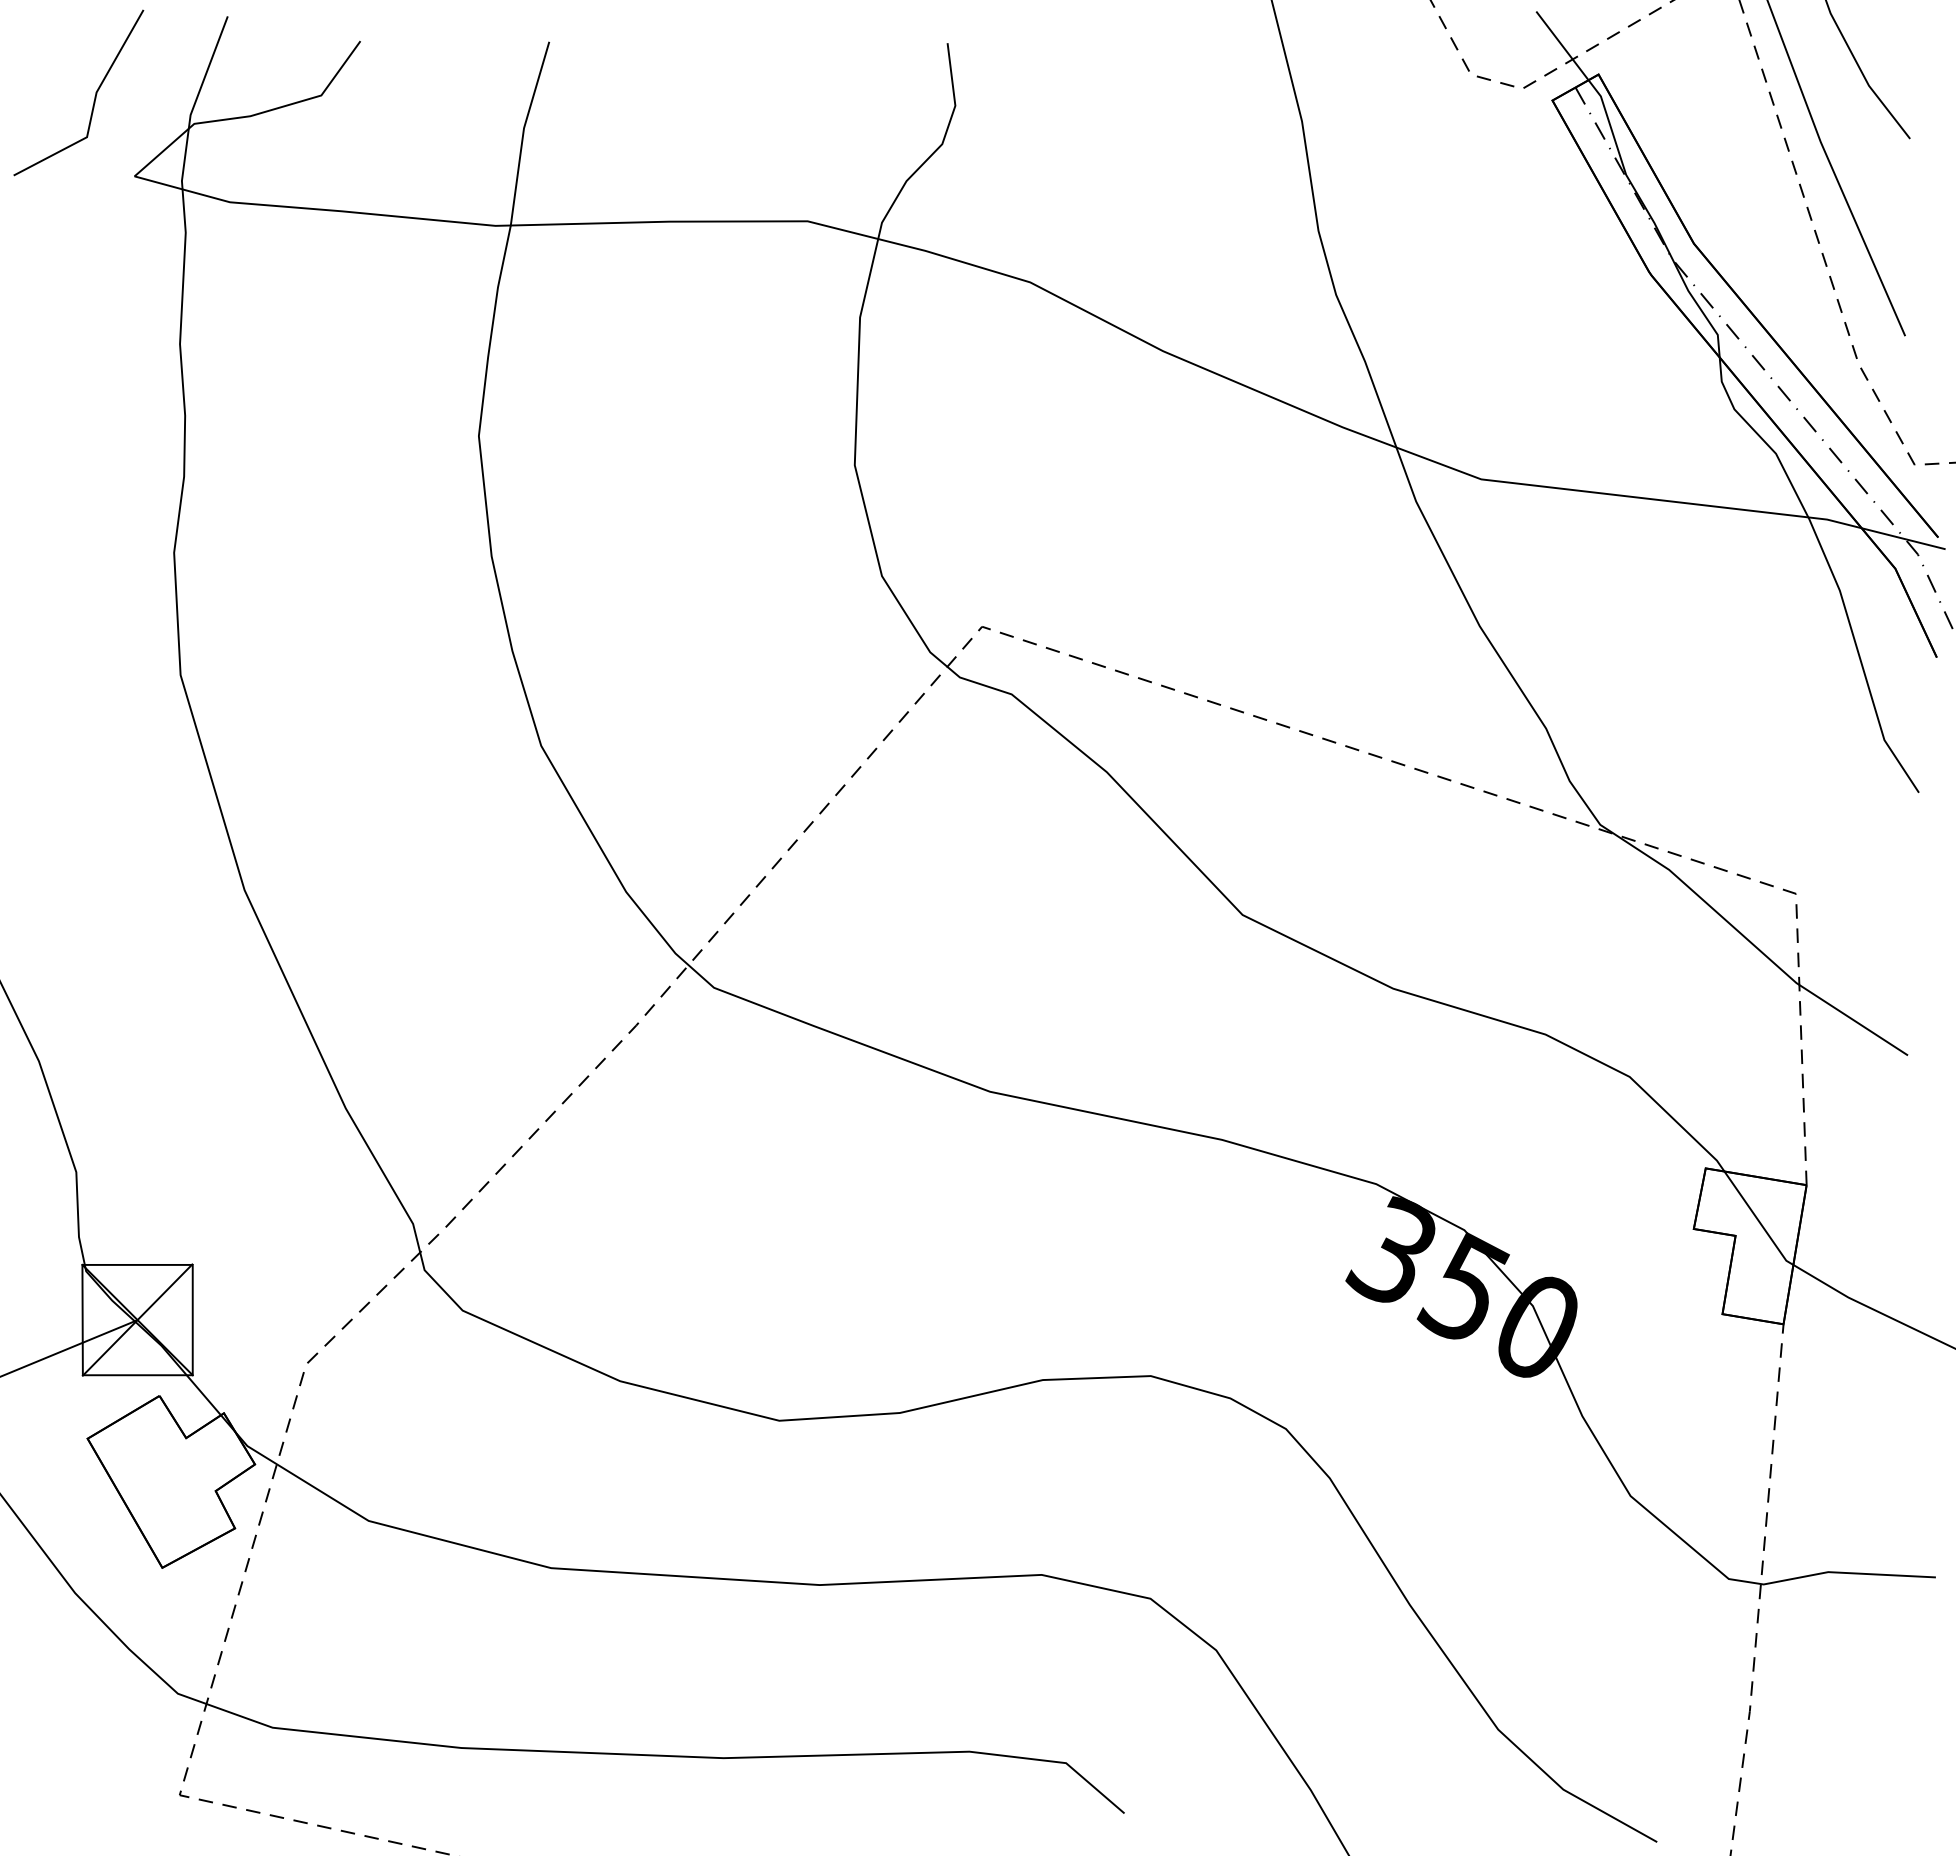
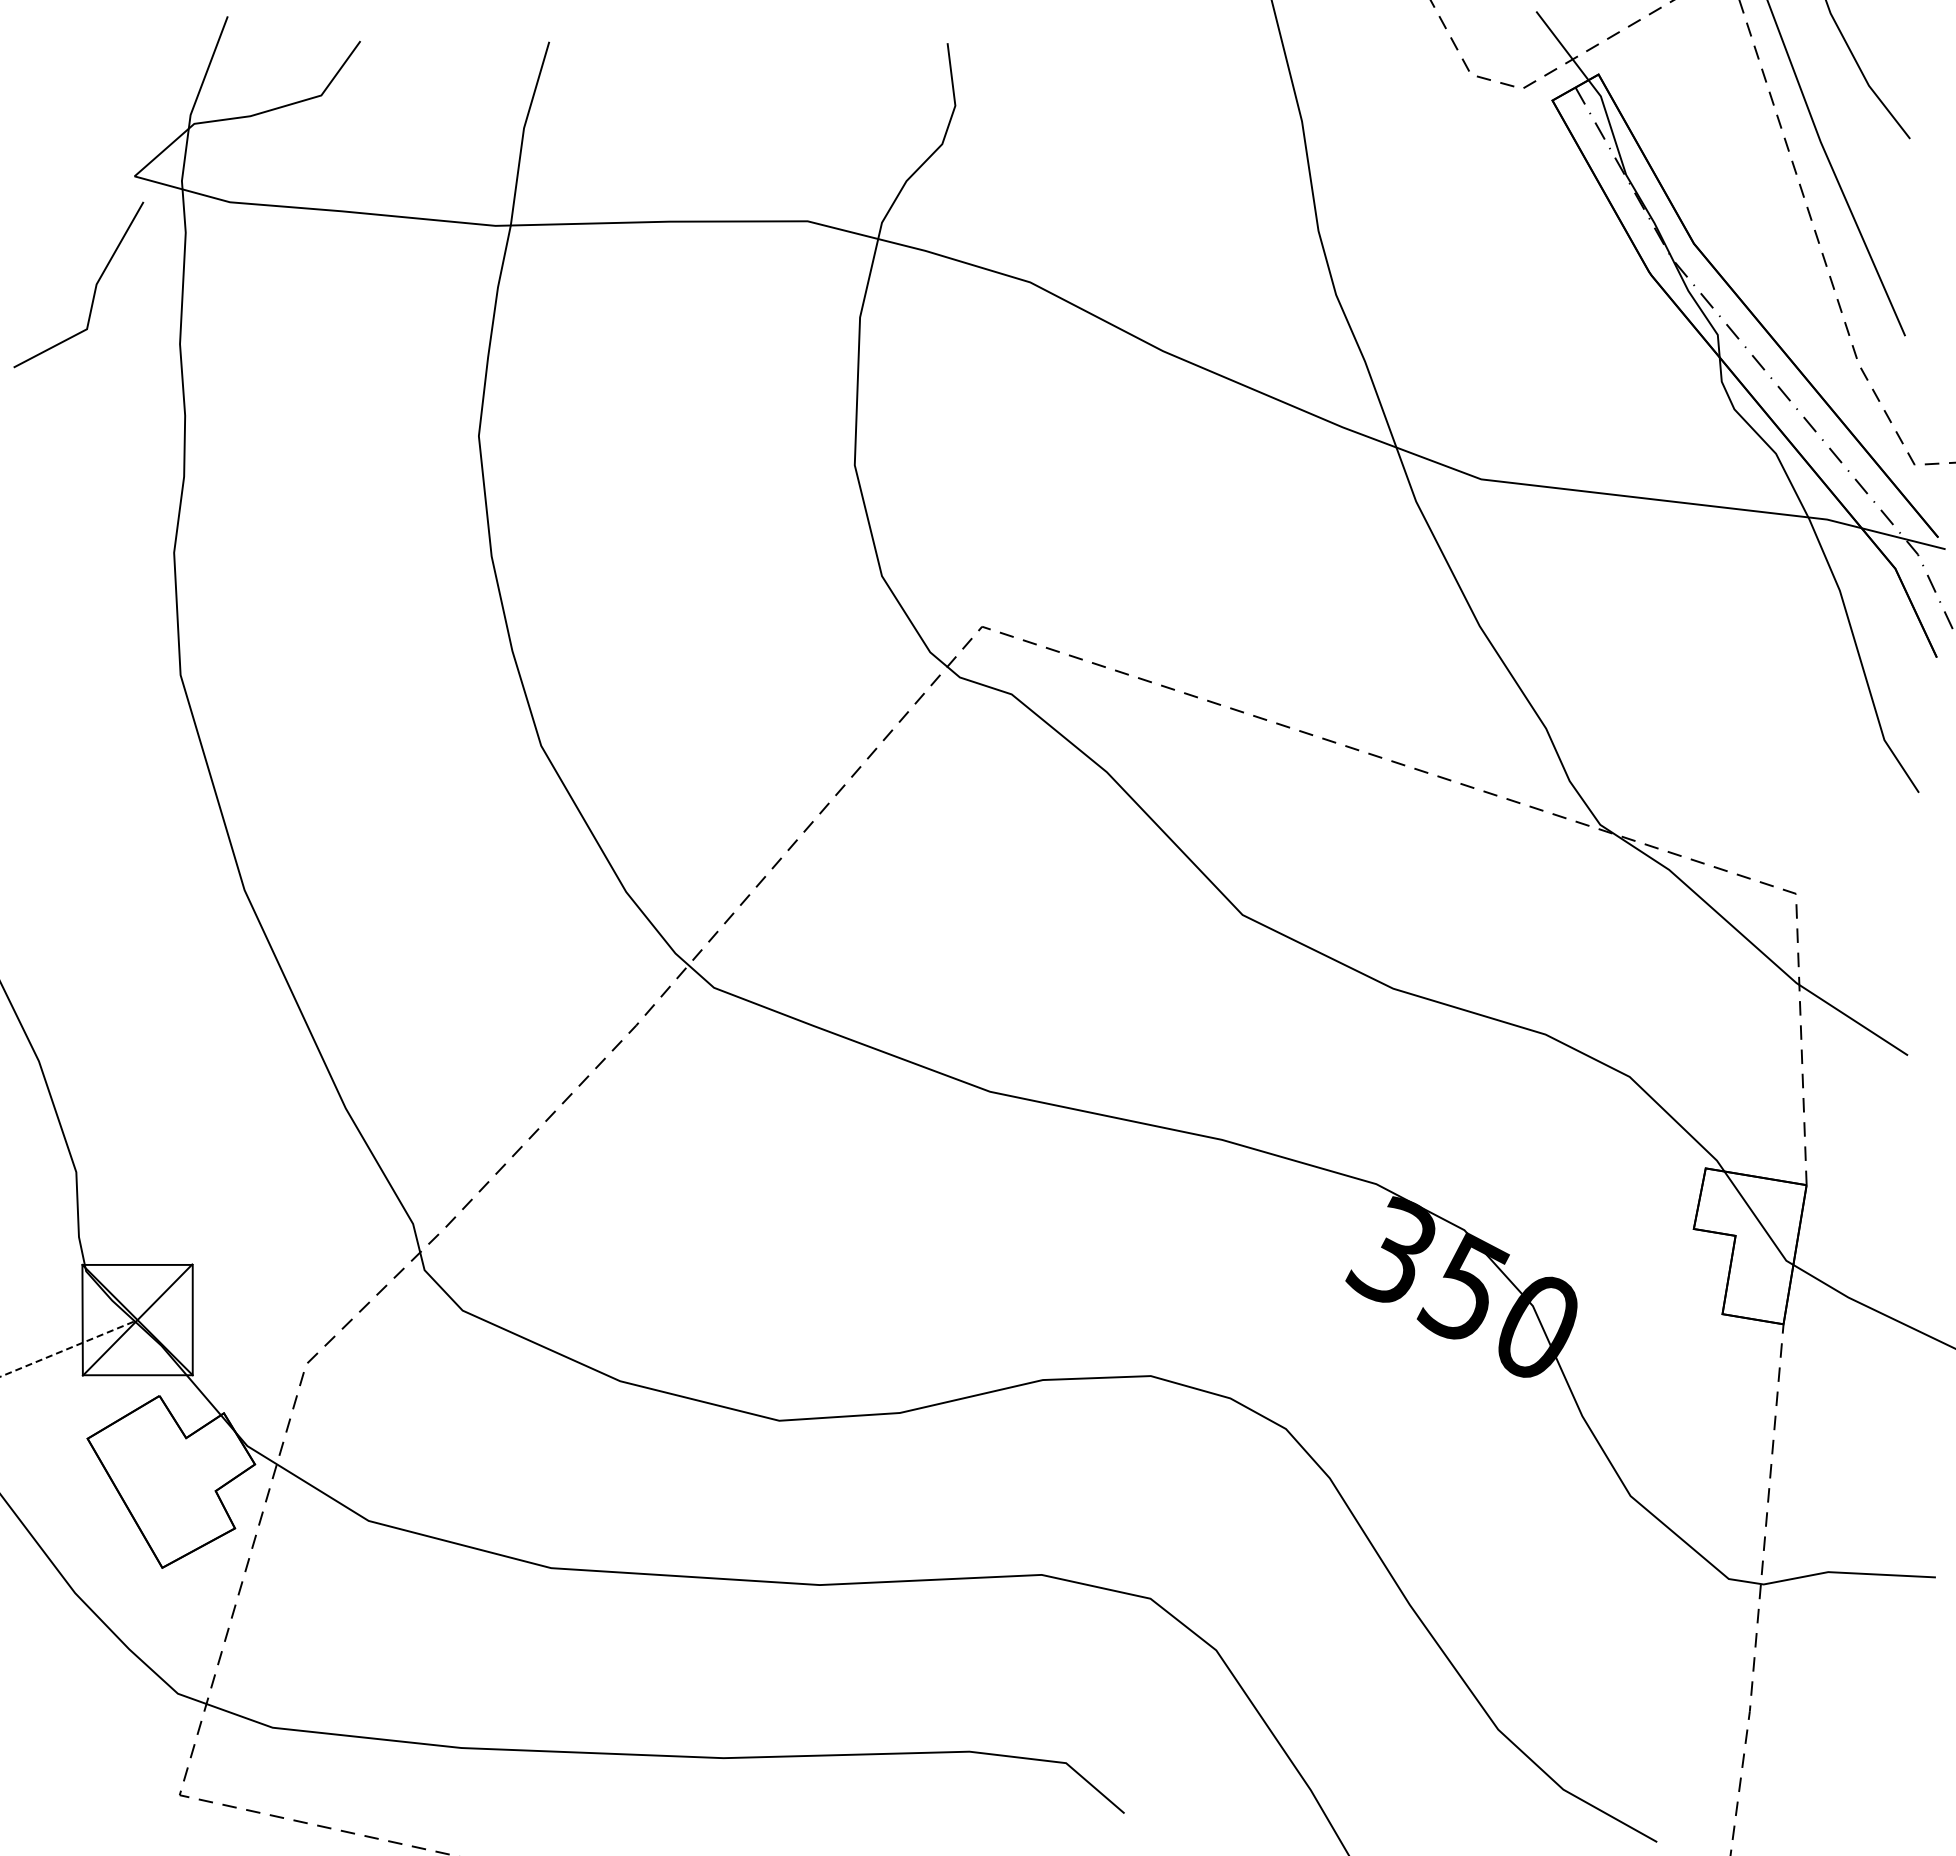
line at (94, 96) position: (94, 96) -> (94, 288)
line at (69, 1348): solid -> dashed
